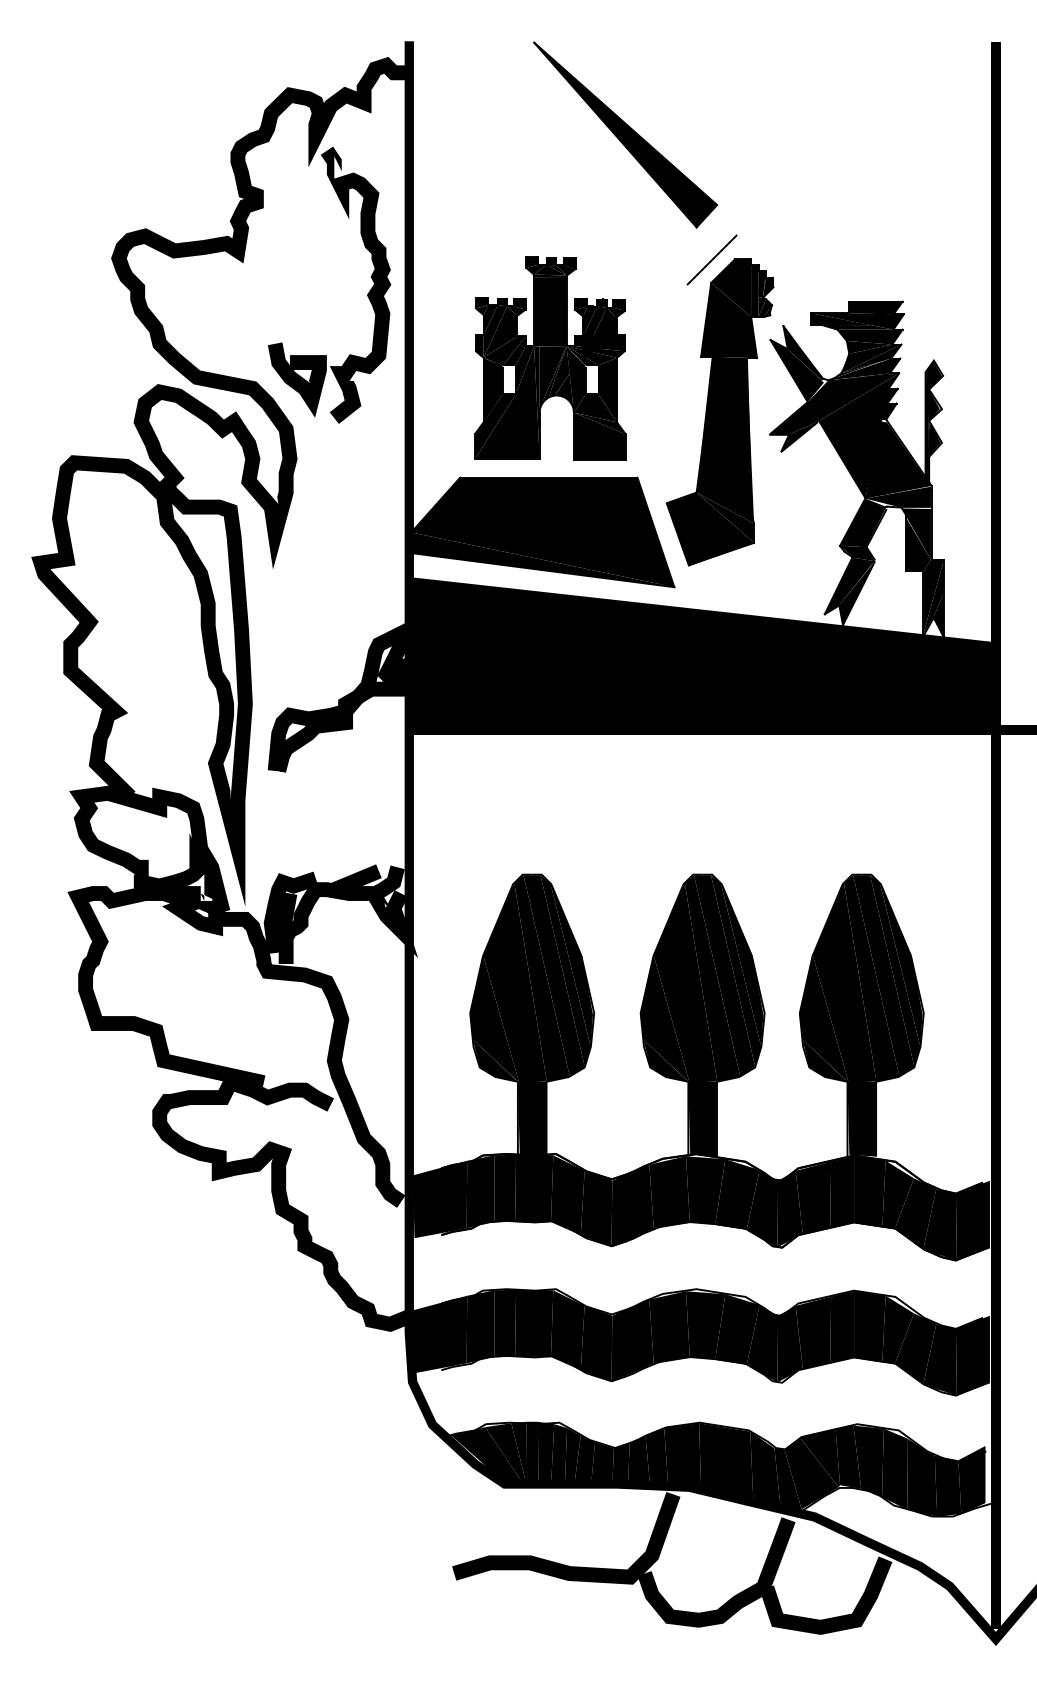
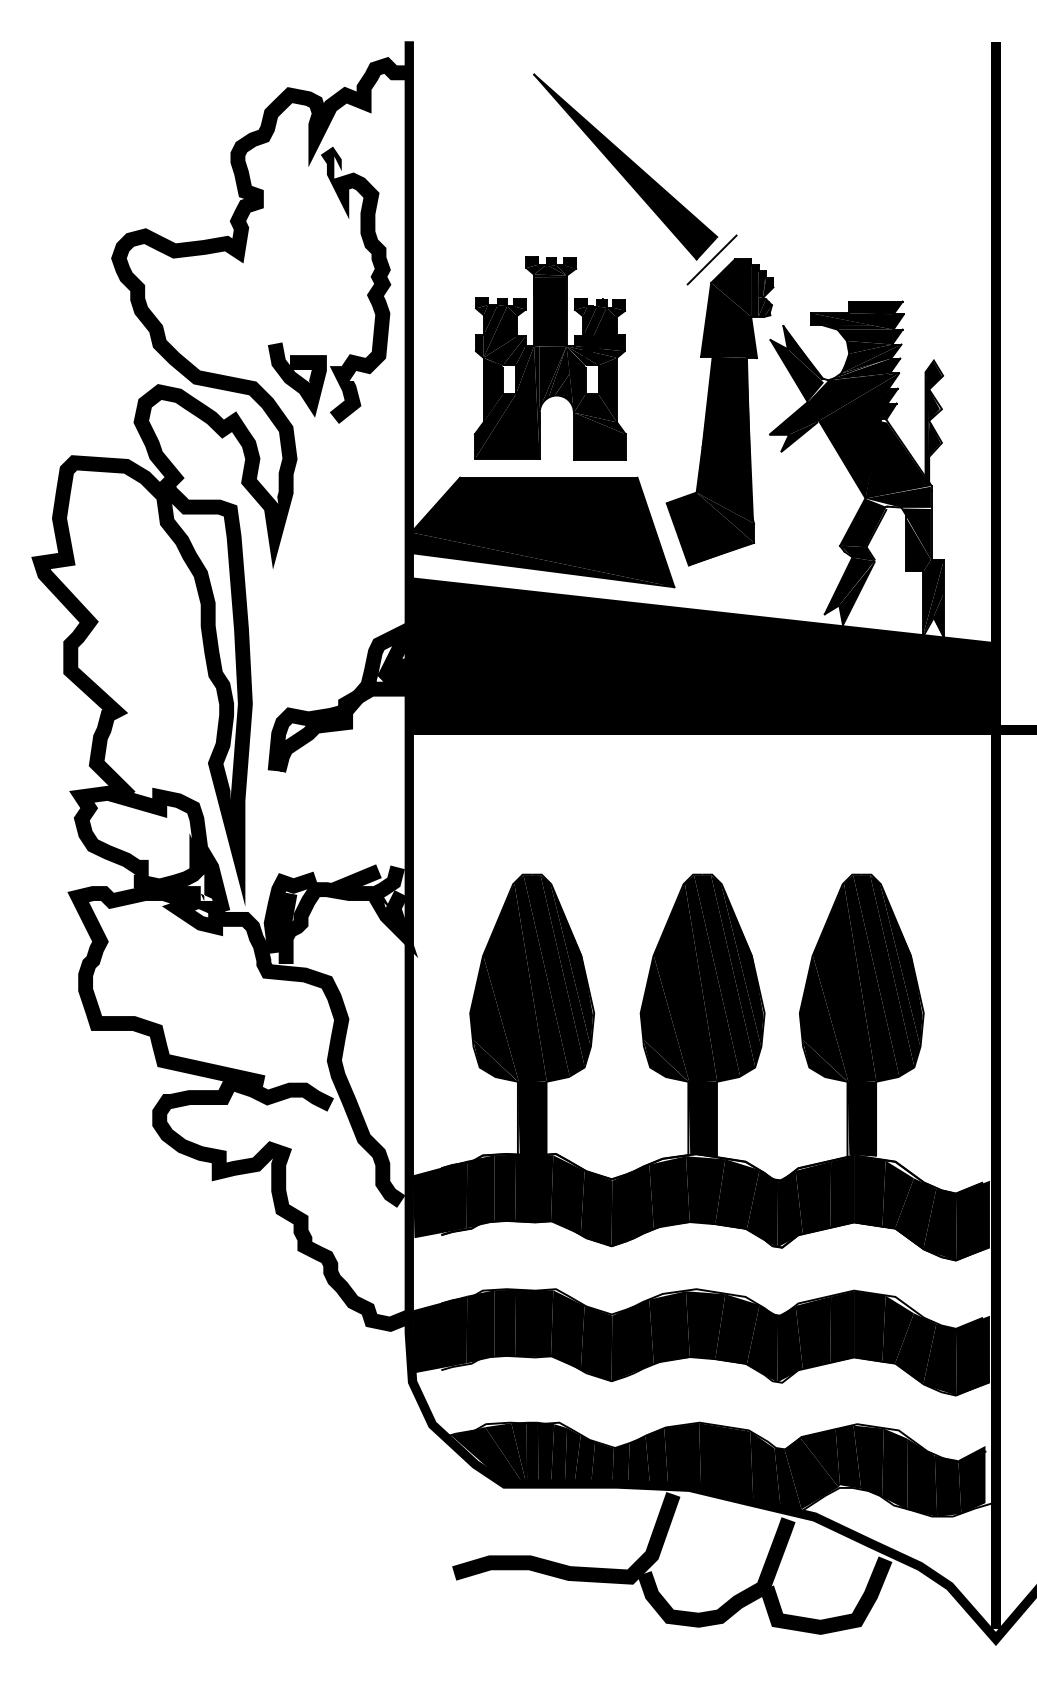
part at (625, 134) position: (625, 134) -> (625, 166)
